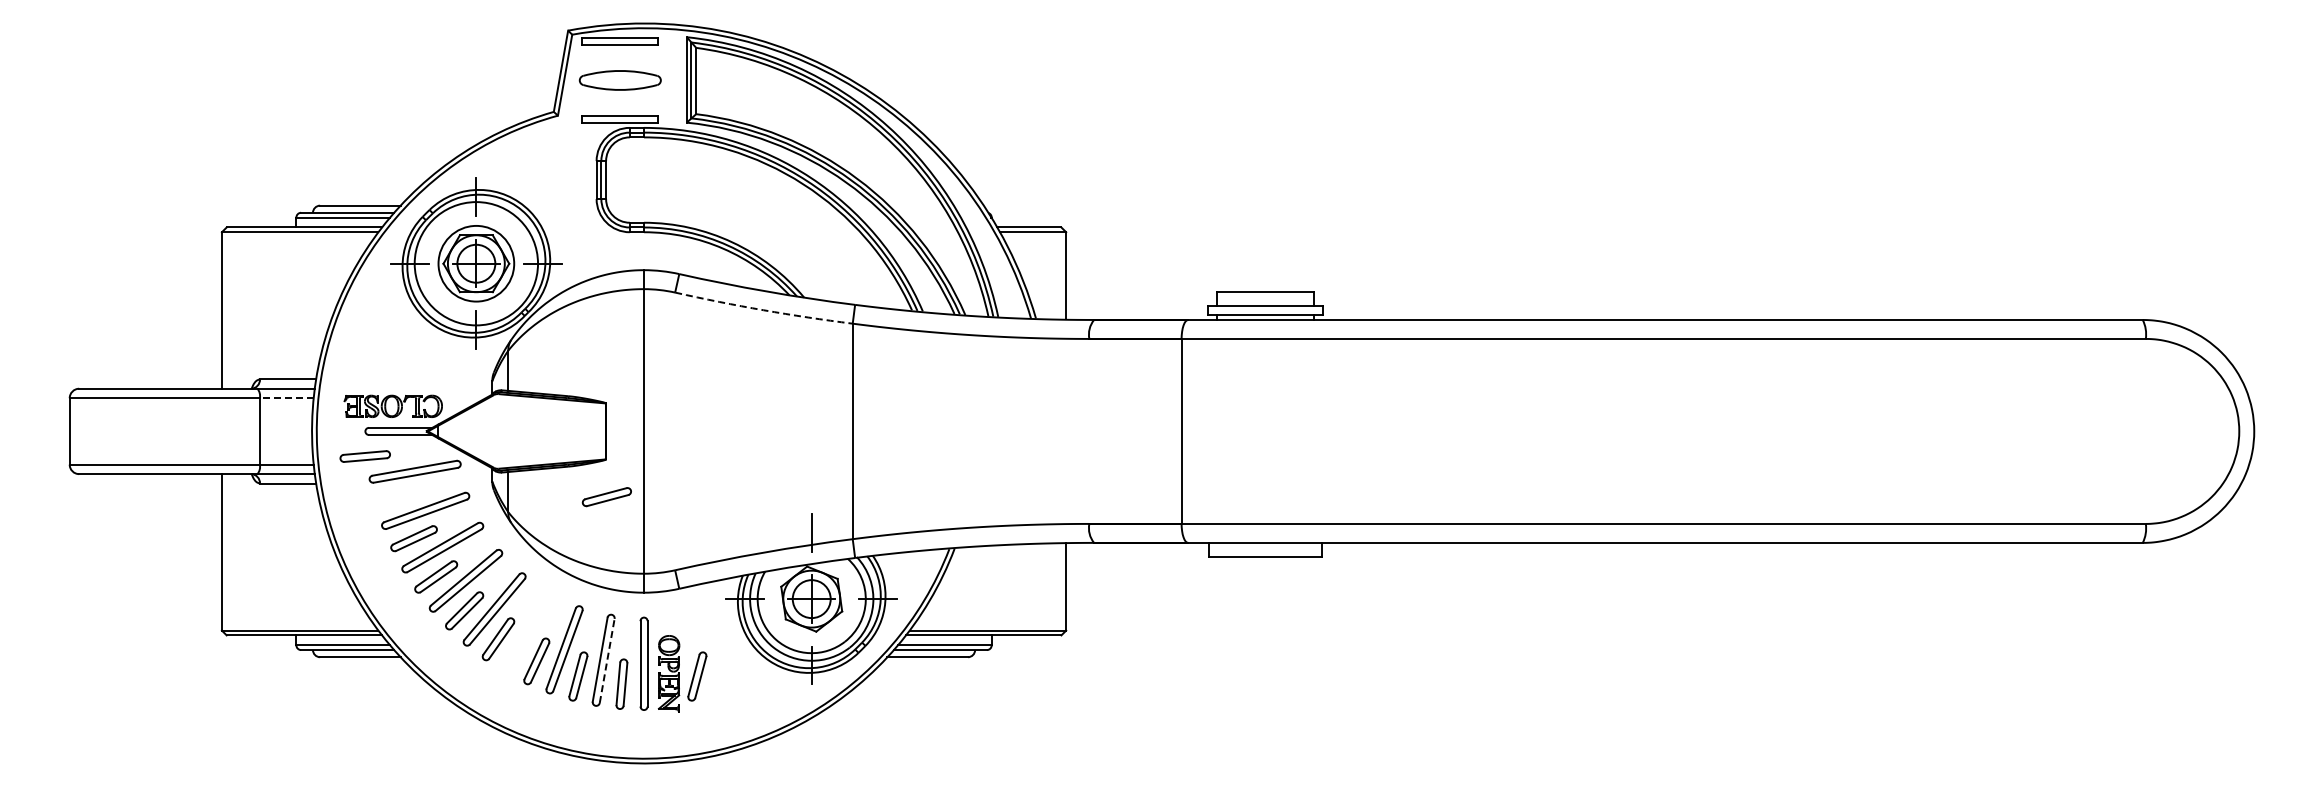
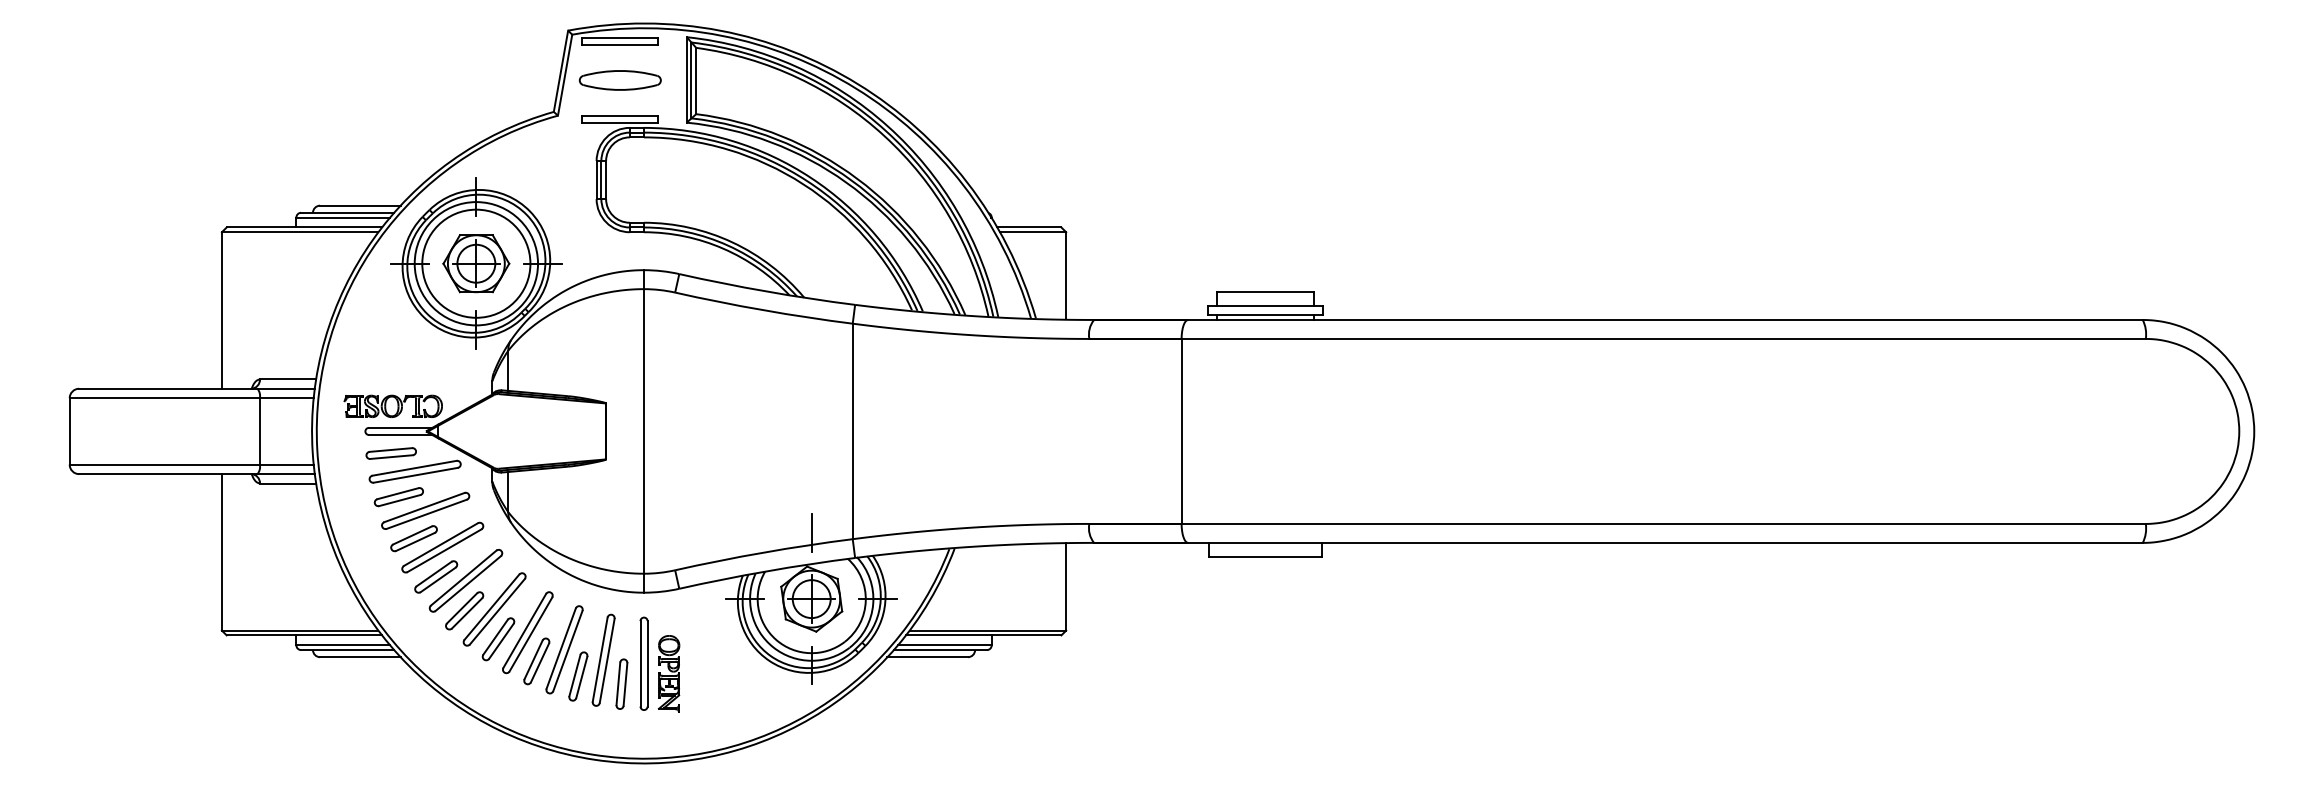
circle at (476, 263) diameter: 76 px -> 108 px
arc at (763, 310): dashed -> solid
line at (286, 398): dashed -> solid
part at (364, 456) position: (364, 456) -> (390, 453)
part at (606, 497) position: (606, 497) -> (398, 497)
part at (527, 632): none -> present
line at (607, 660): dashed -> solid
part at (697, 676): present -> none
